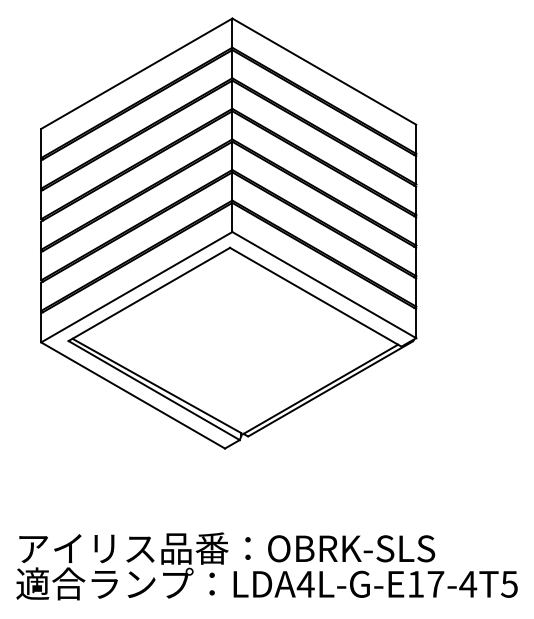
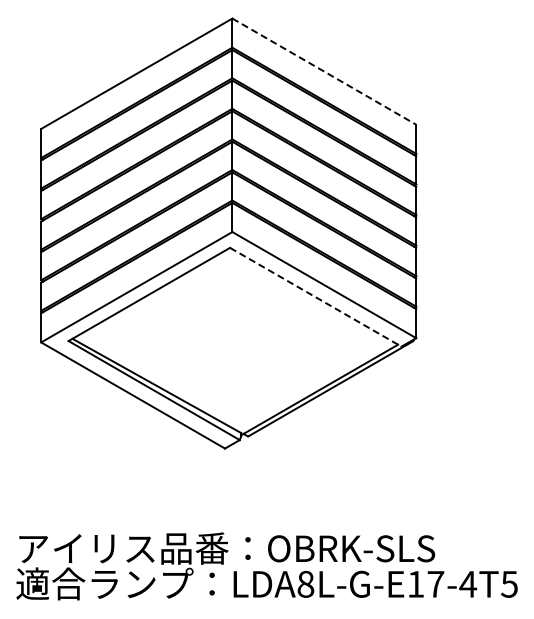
line at (324, 71): solid -> dashed
line at (315, 297): solid -> dashed
text at (305, 583): LDA4L-G-E17-4T5 -> LDA8L-G-E17-4T5
